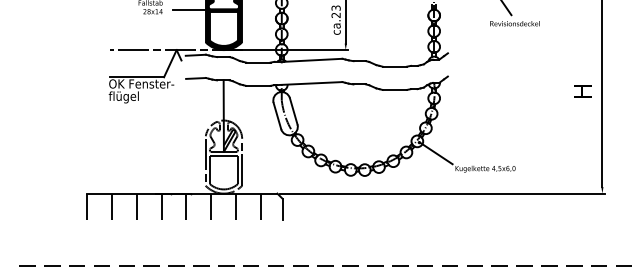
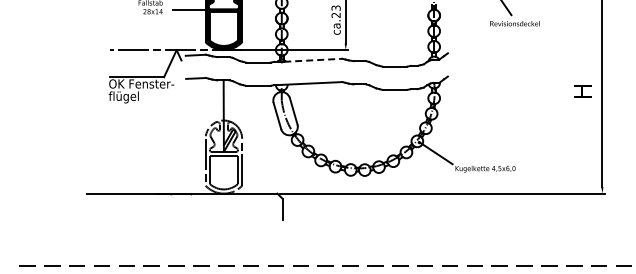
line at (313, 60): solid -> dashed
hatch at (173, 206): present -> none
